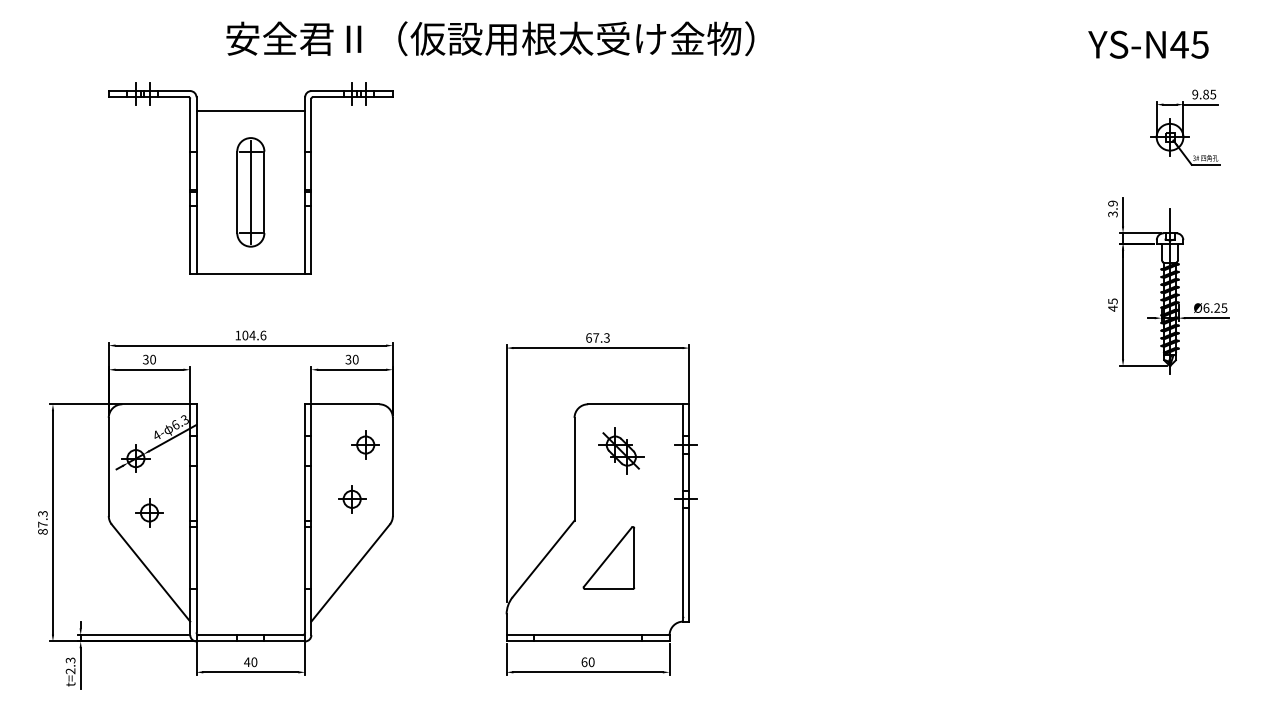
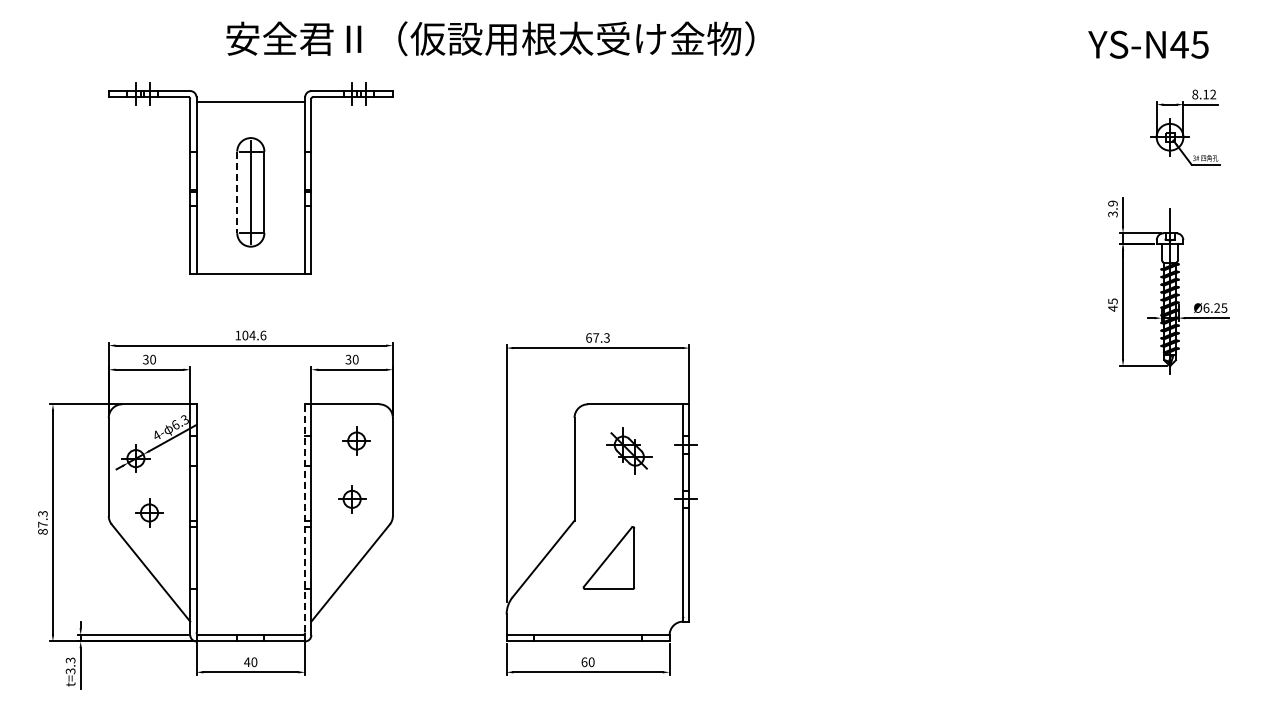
text at (1204, 94): 9.85 -> 8.12
line at (250, 110) position: (250, 110) -> (250, 101)
line at (237, 192): solid -> dashed
part at (365, 444) position: (365, 444) -> (356, 440)
part at (621, 450) position: (621, 450) -> (629, 450)
line at (305, 517): solid -> dashed
text at (70, 671): t=2.3 -> t=3.3
